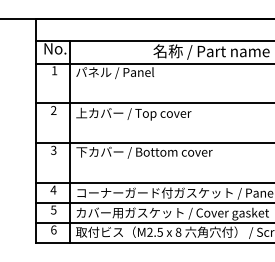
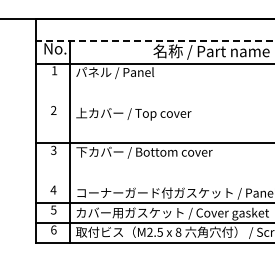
line at (154, 41): solid -> dashed
line at (153, 103): present -> none
line at (153, 183): present -> none
